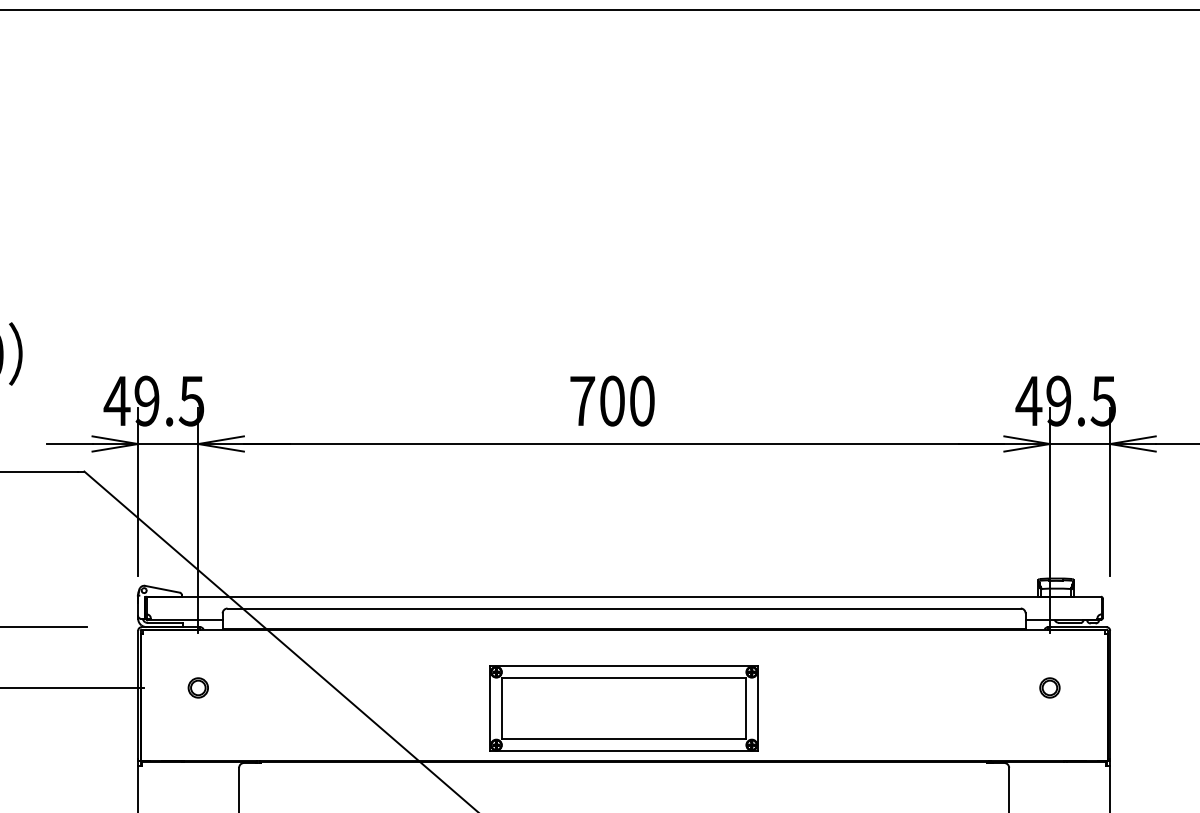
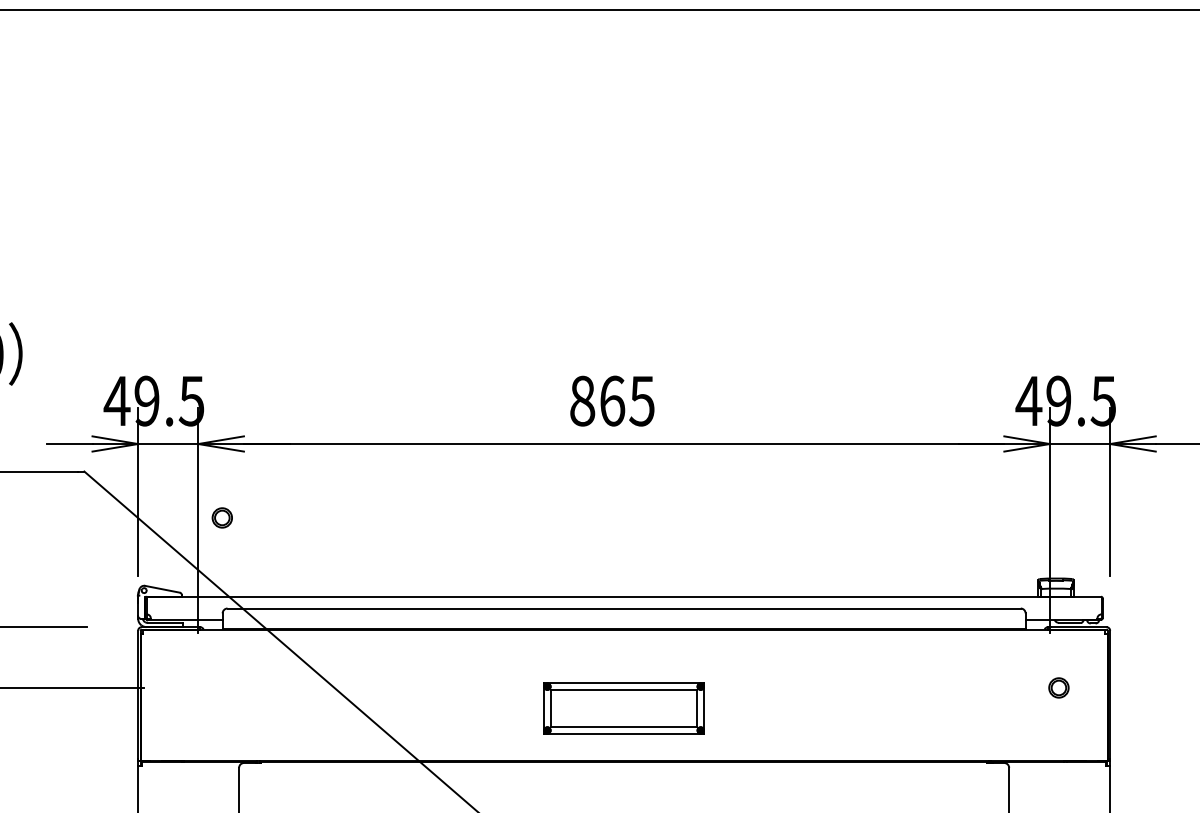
text at (612, 400): 700 -> 865
part at (197, 687) position: (197, 687) -> (221, 517)
part at (1049, 687) position: (1049, 687) -> (1058, 687)
part at (623, 708) size: 270x87 px -> 162x53 px
